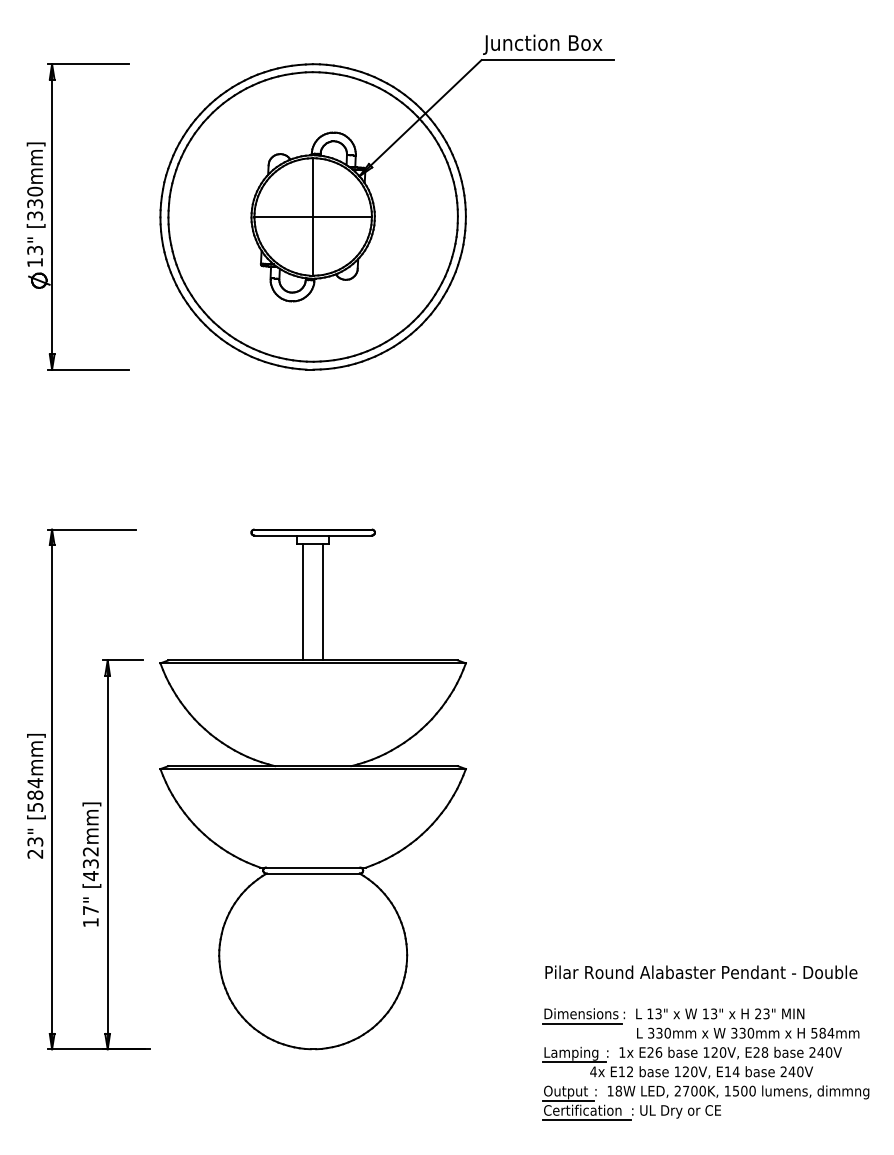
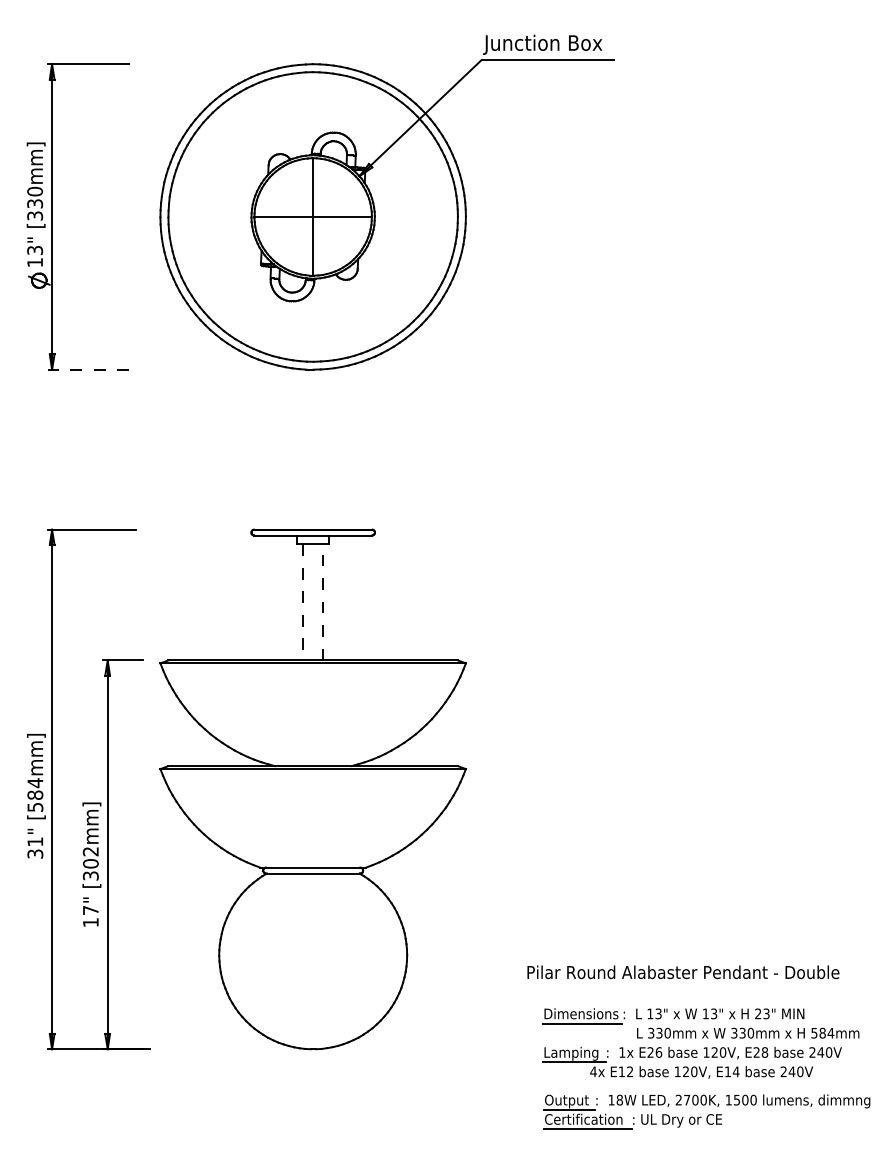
line at (88, 369): solid -> dashed
line at (323, 601): solid -> dashed
line at (302, 602): solid -> dashed
text at (35, 847): 23" -> 31"
text at (90, 870): [432mm] -> [302mm]
text at (701, 972) position: (701, 972) -> (683, 972)
part at (705, 1102) position: (705, 1102) -> (706, 1111)
